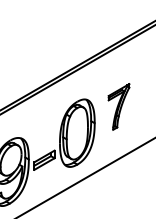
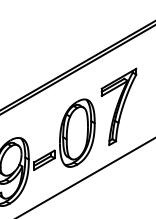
part at (118, 106) size: 24x48 px -> 38x80 px
